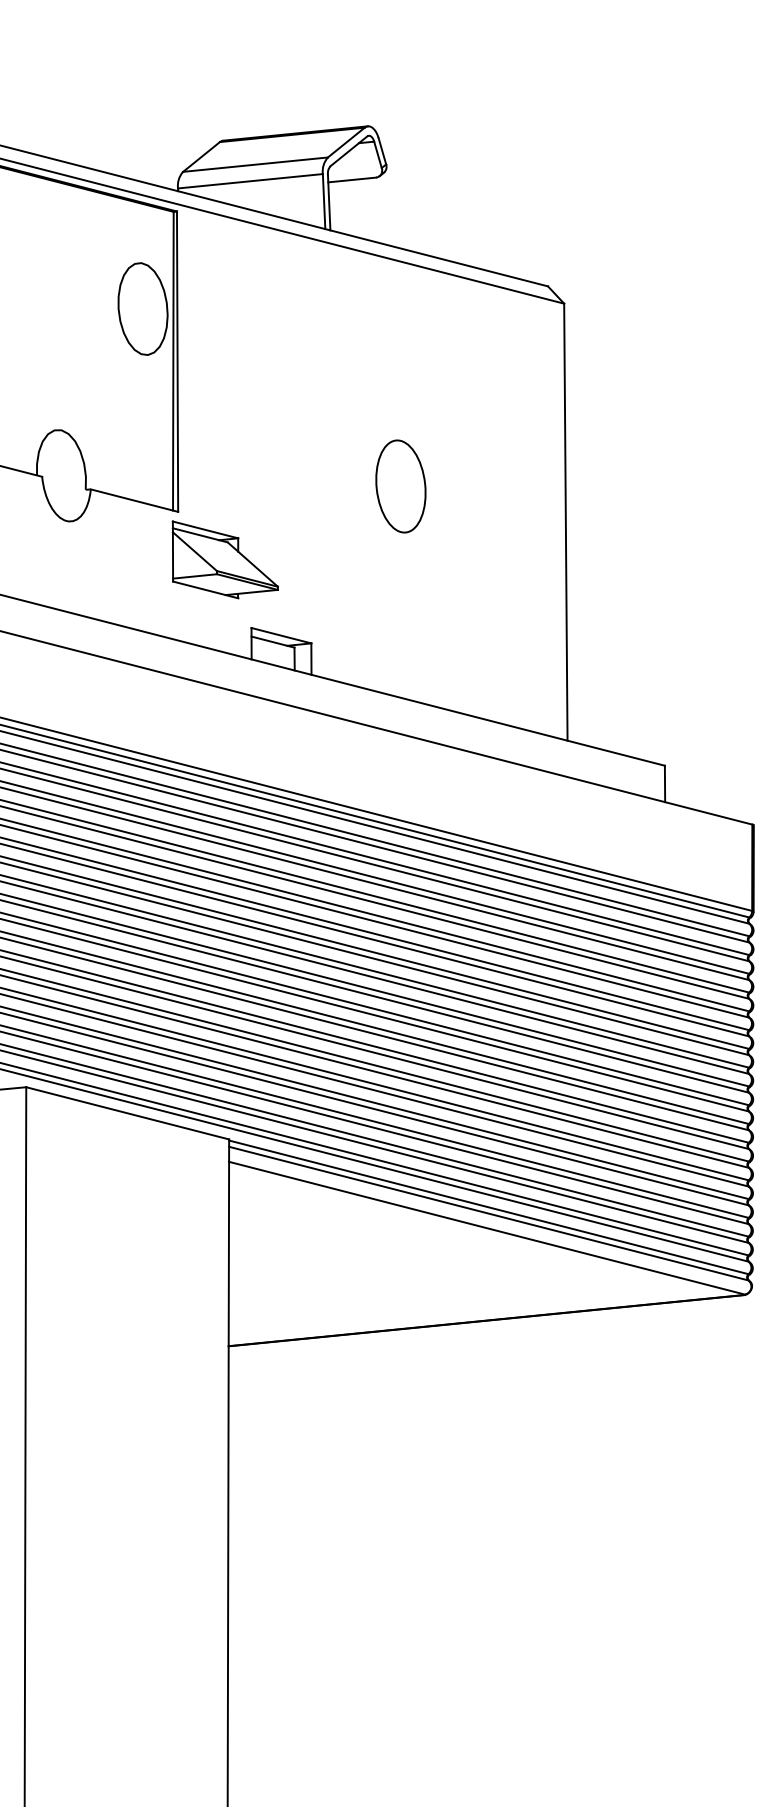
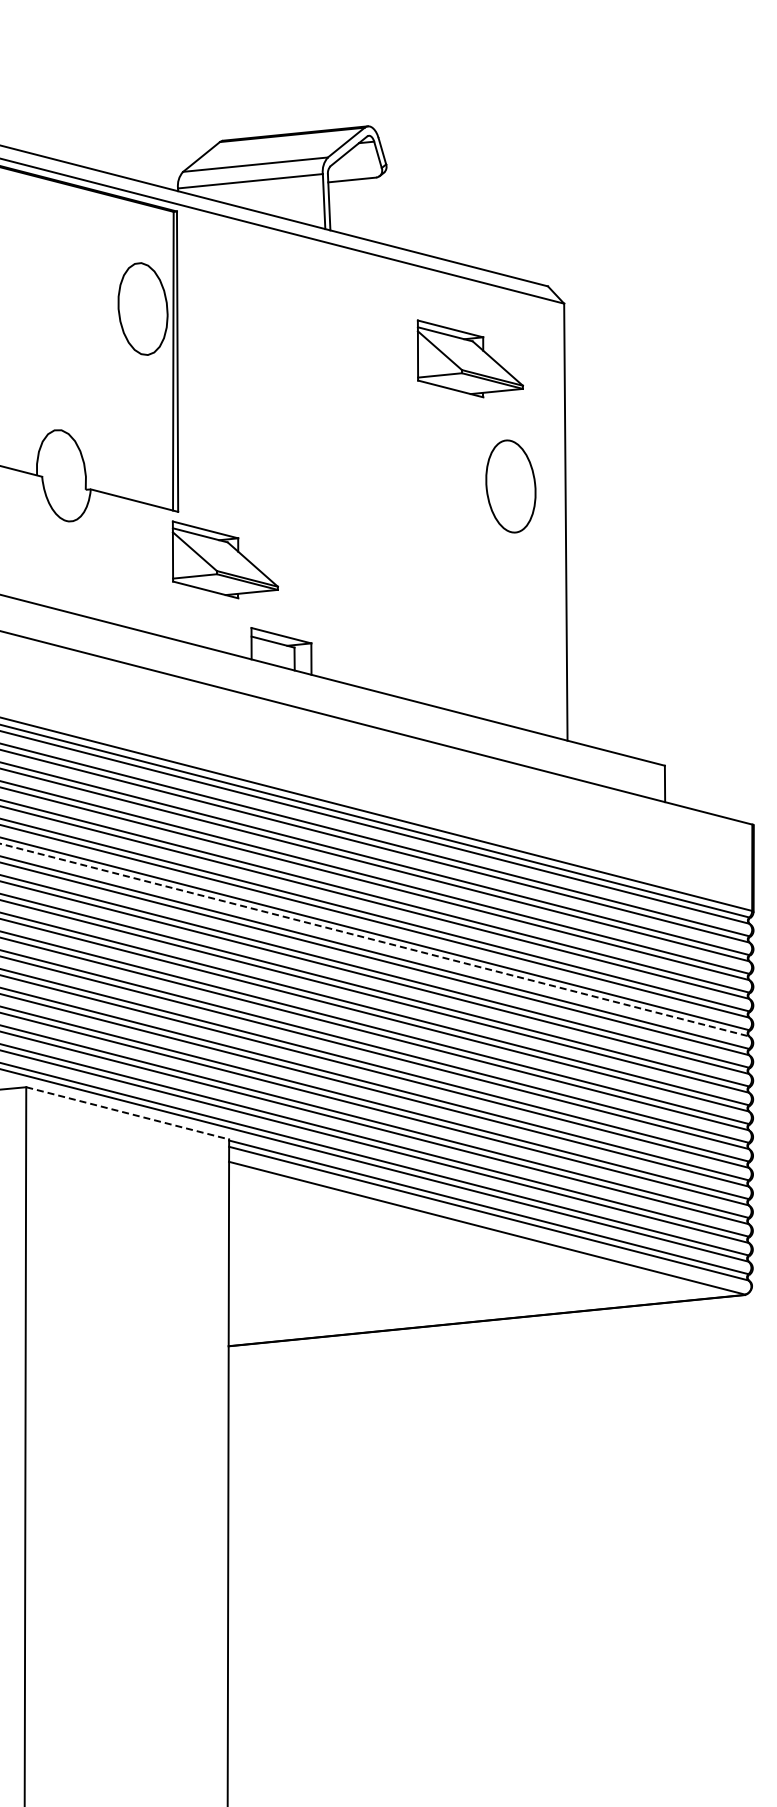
part at (469, 358): none -> present
part at (400, 486) position: (400, 486) -> (510, 486)
line at (375, 940): solid -> dashed
line at (127, 1113): solid -> dashed
